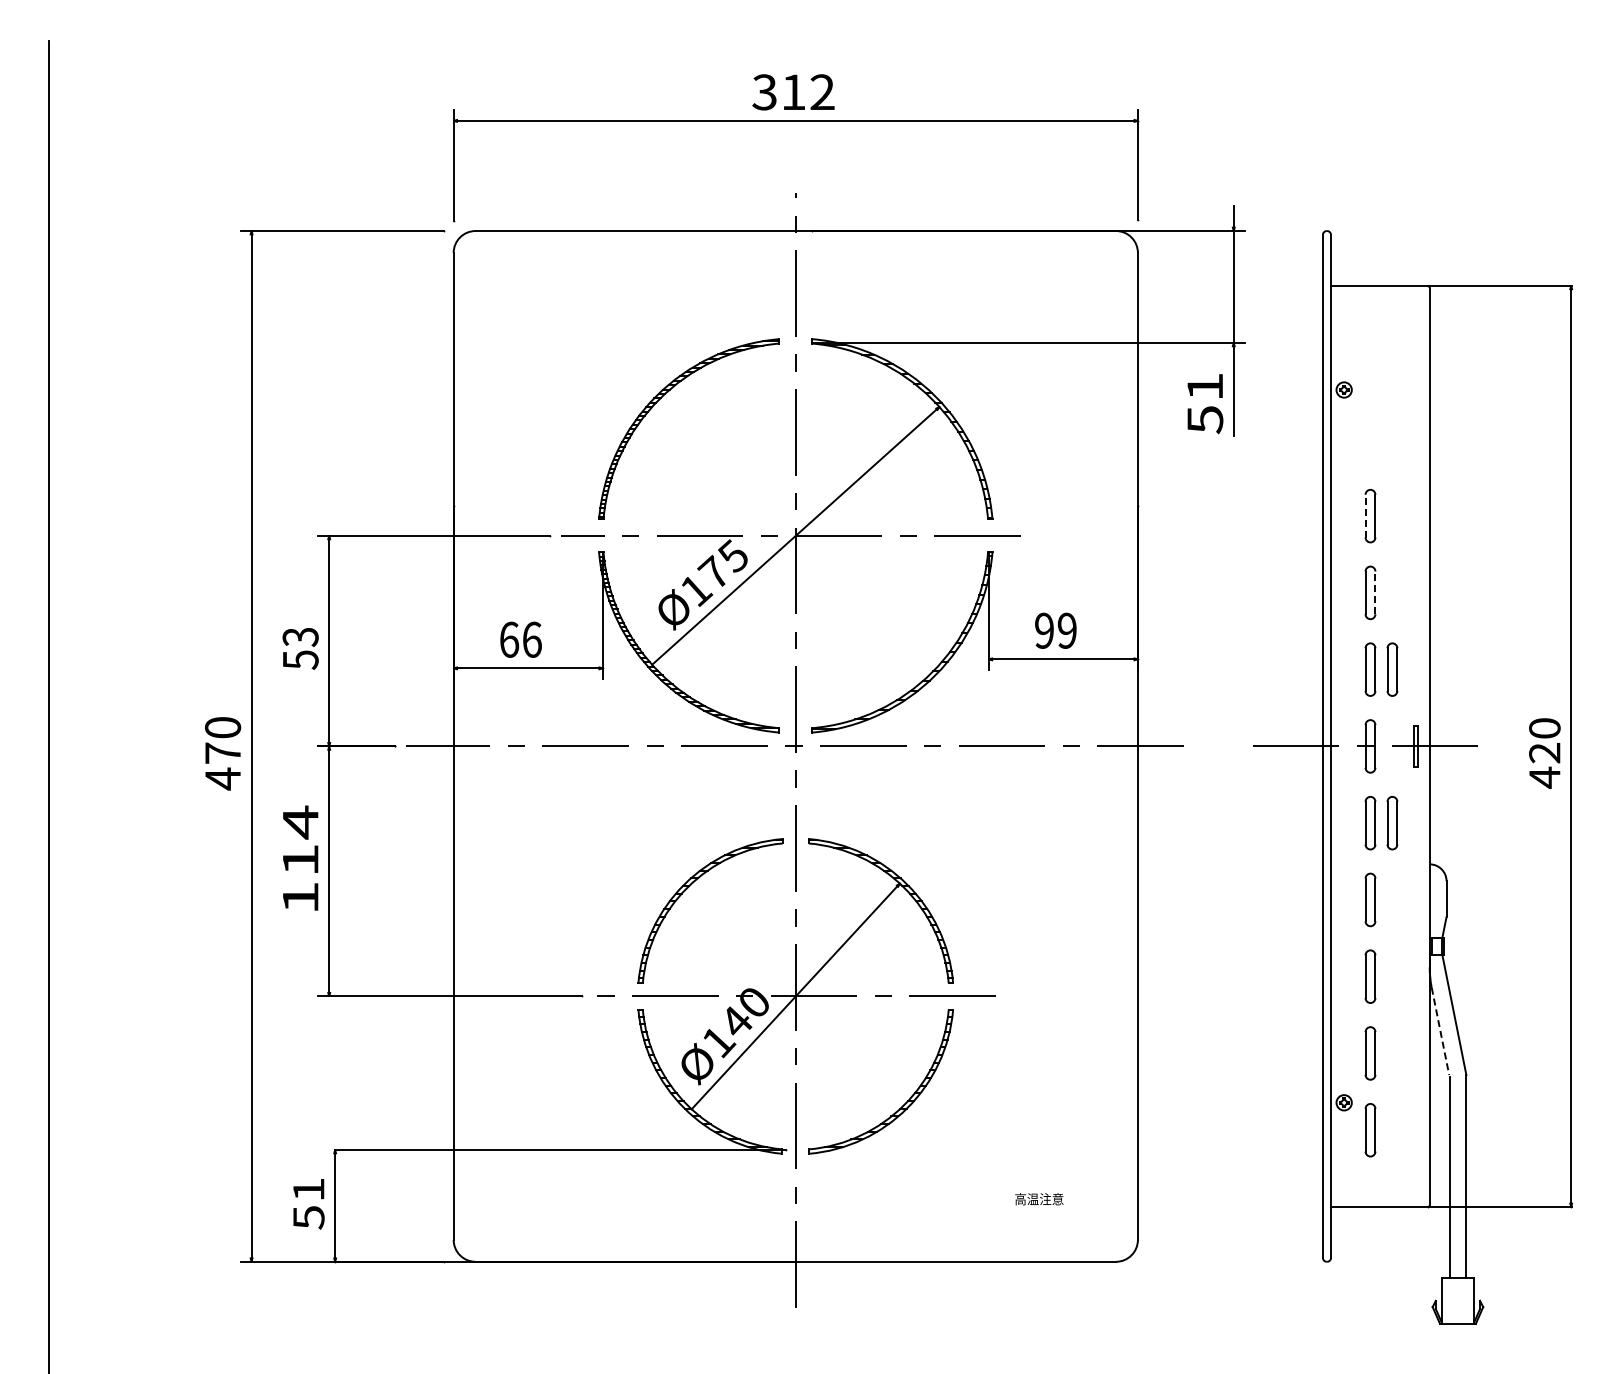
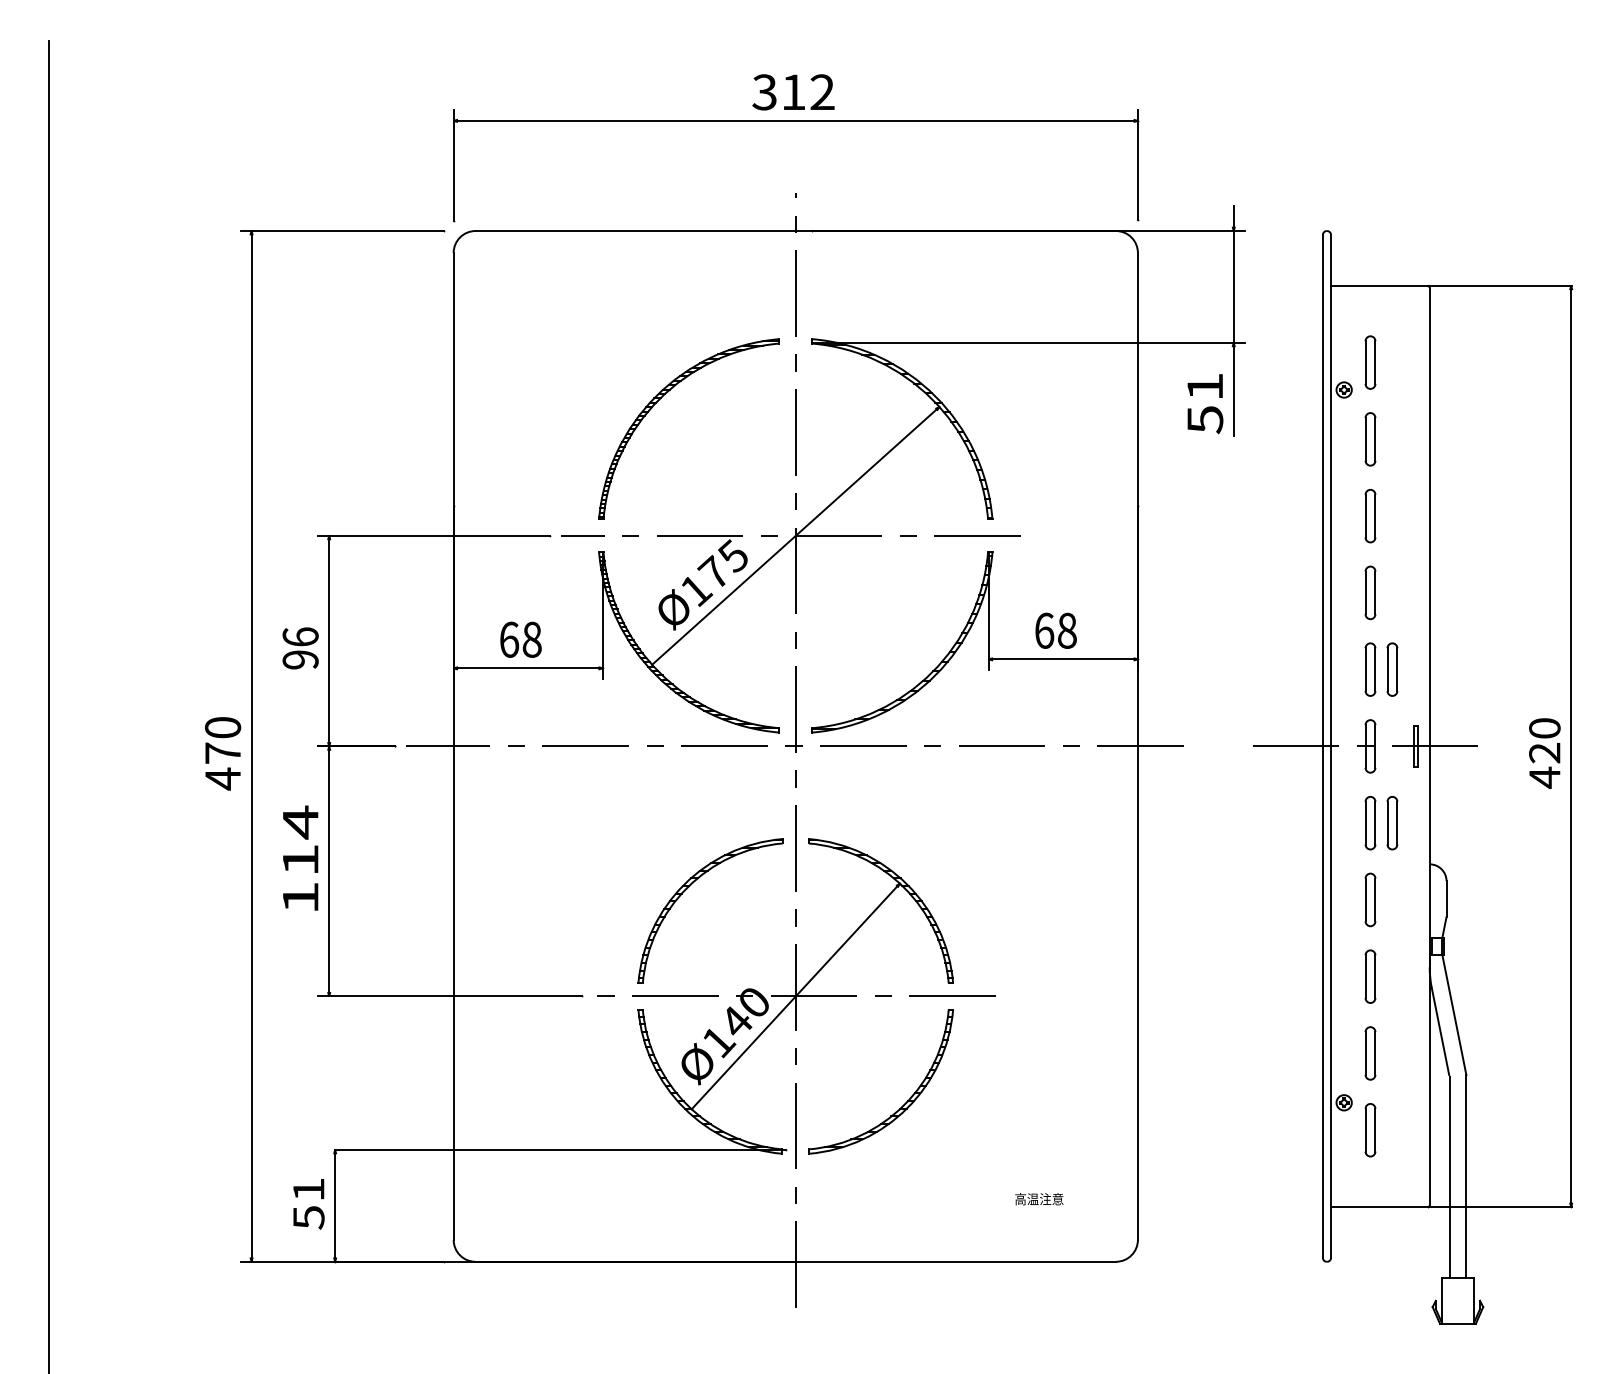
part at (1370, 362): none -> present
part at (1370, 439): none -> present
line at (1365, 515): dashed -> solid
line at (1375, 592): dashed -> solid
text at (1055, 630): 99 -> 68
text at (531, 639): 66 -> 68
text at (300, 648): 53 -> 96
line at (1440, 1031): dashed -> solid
